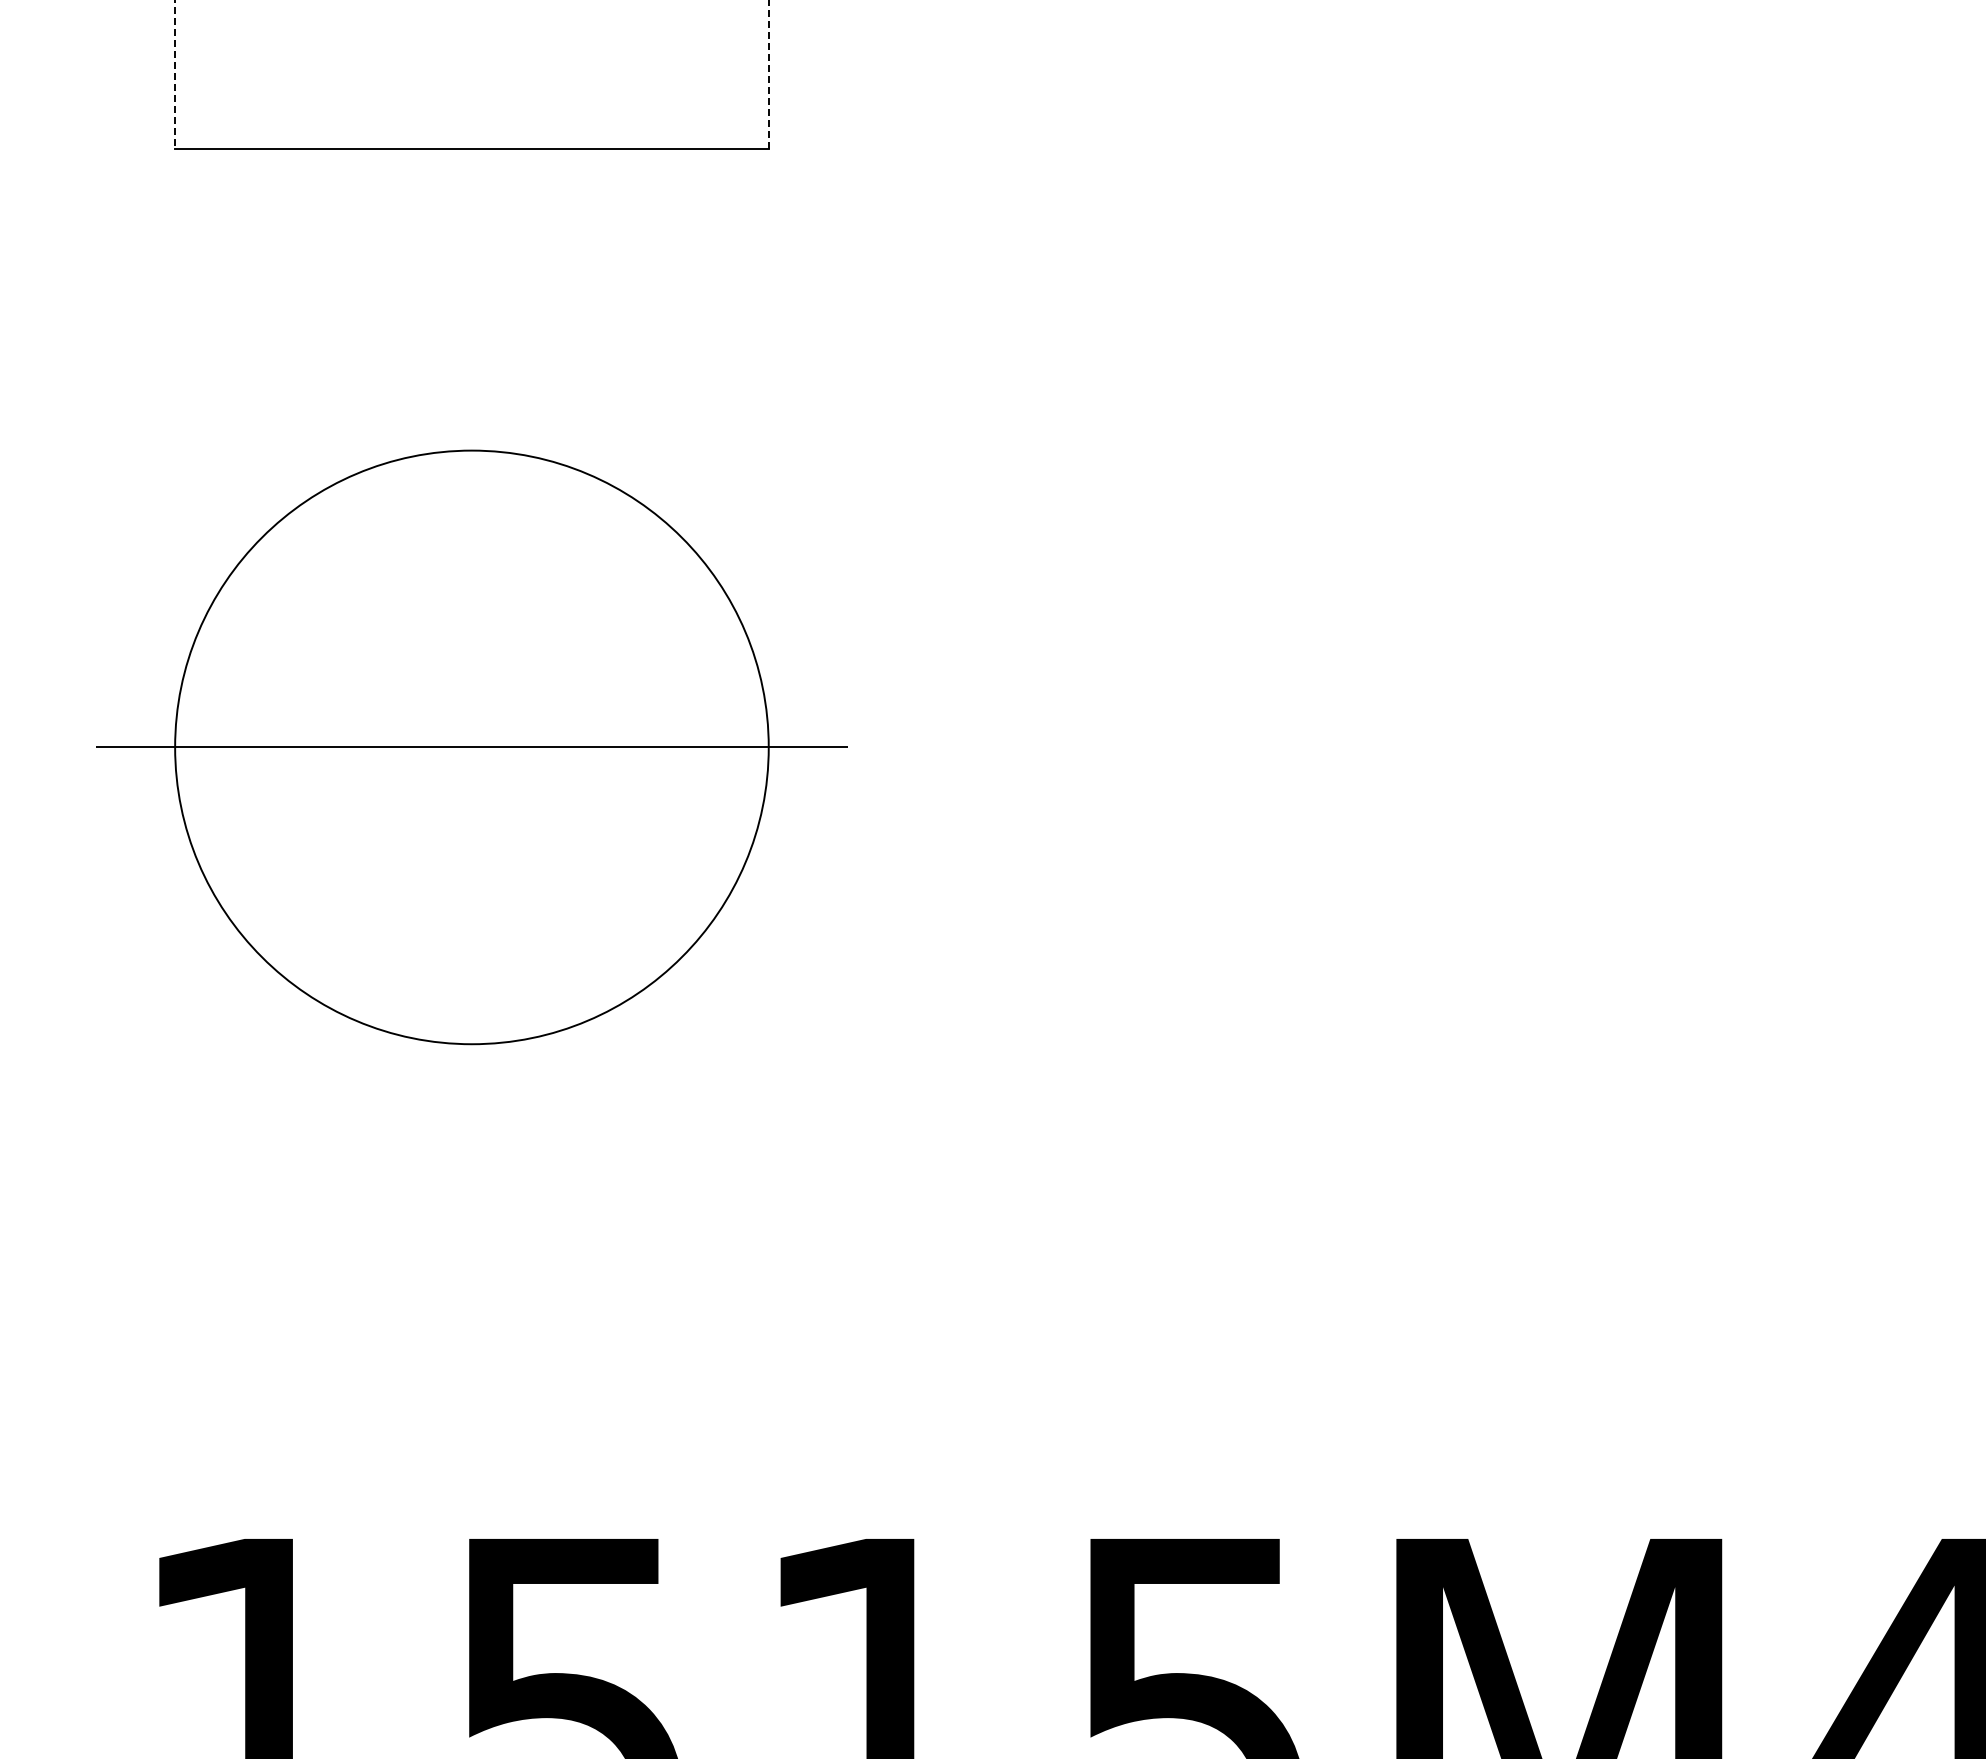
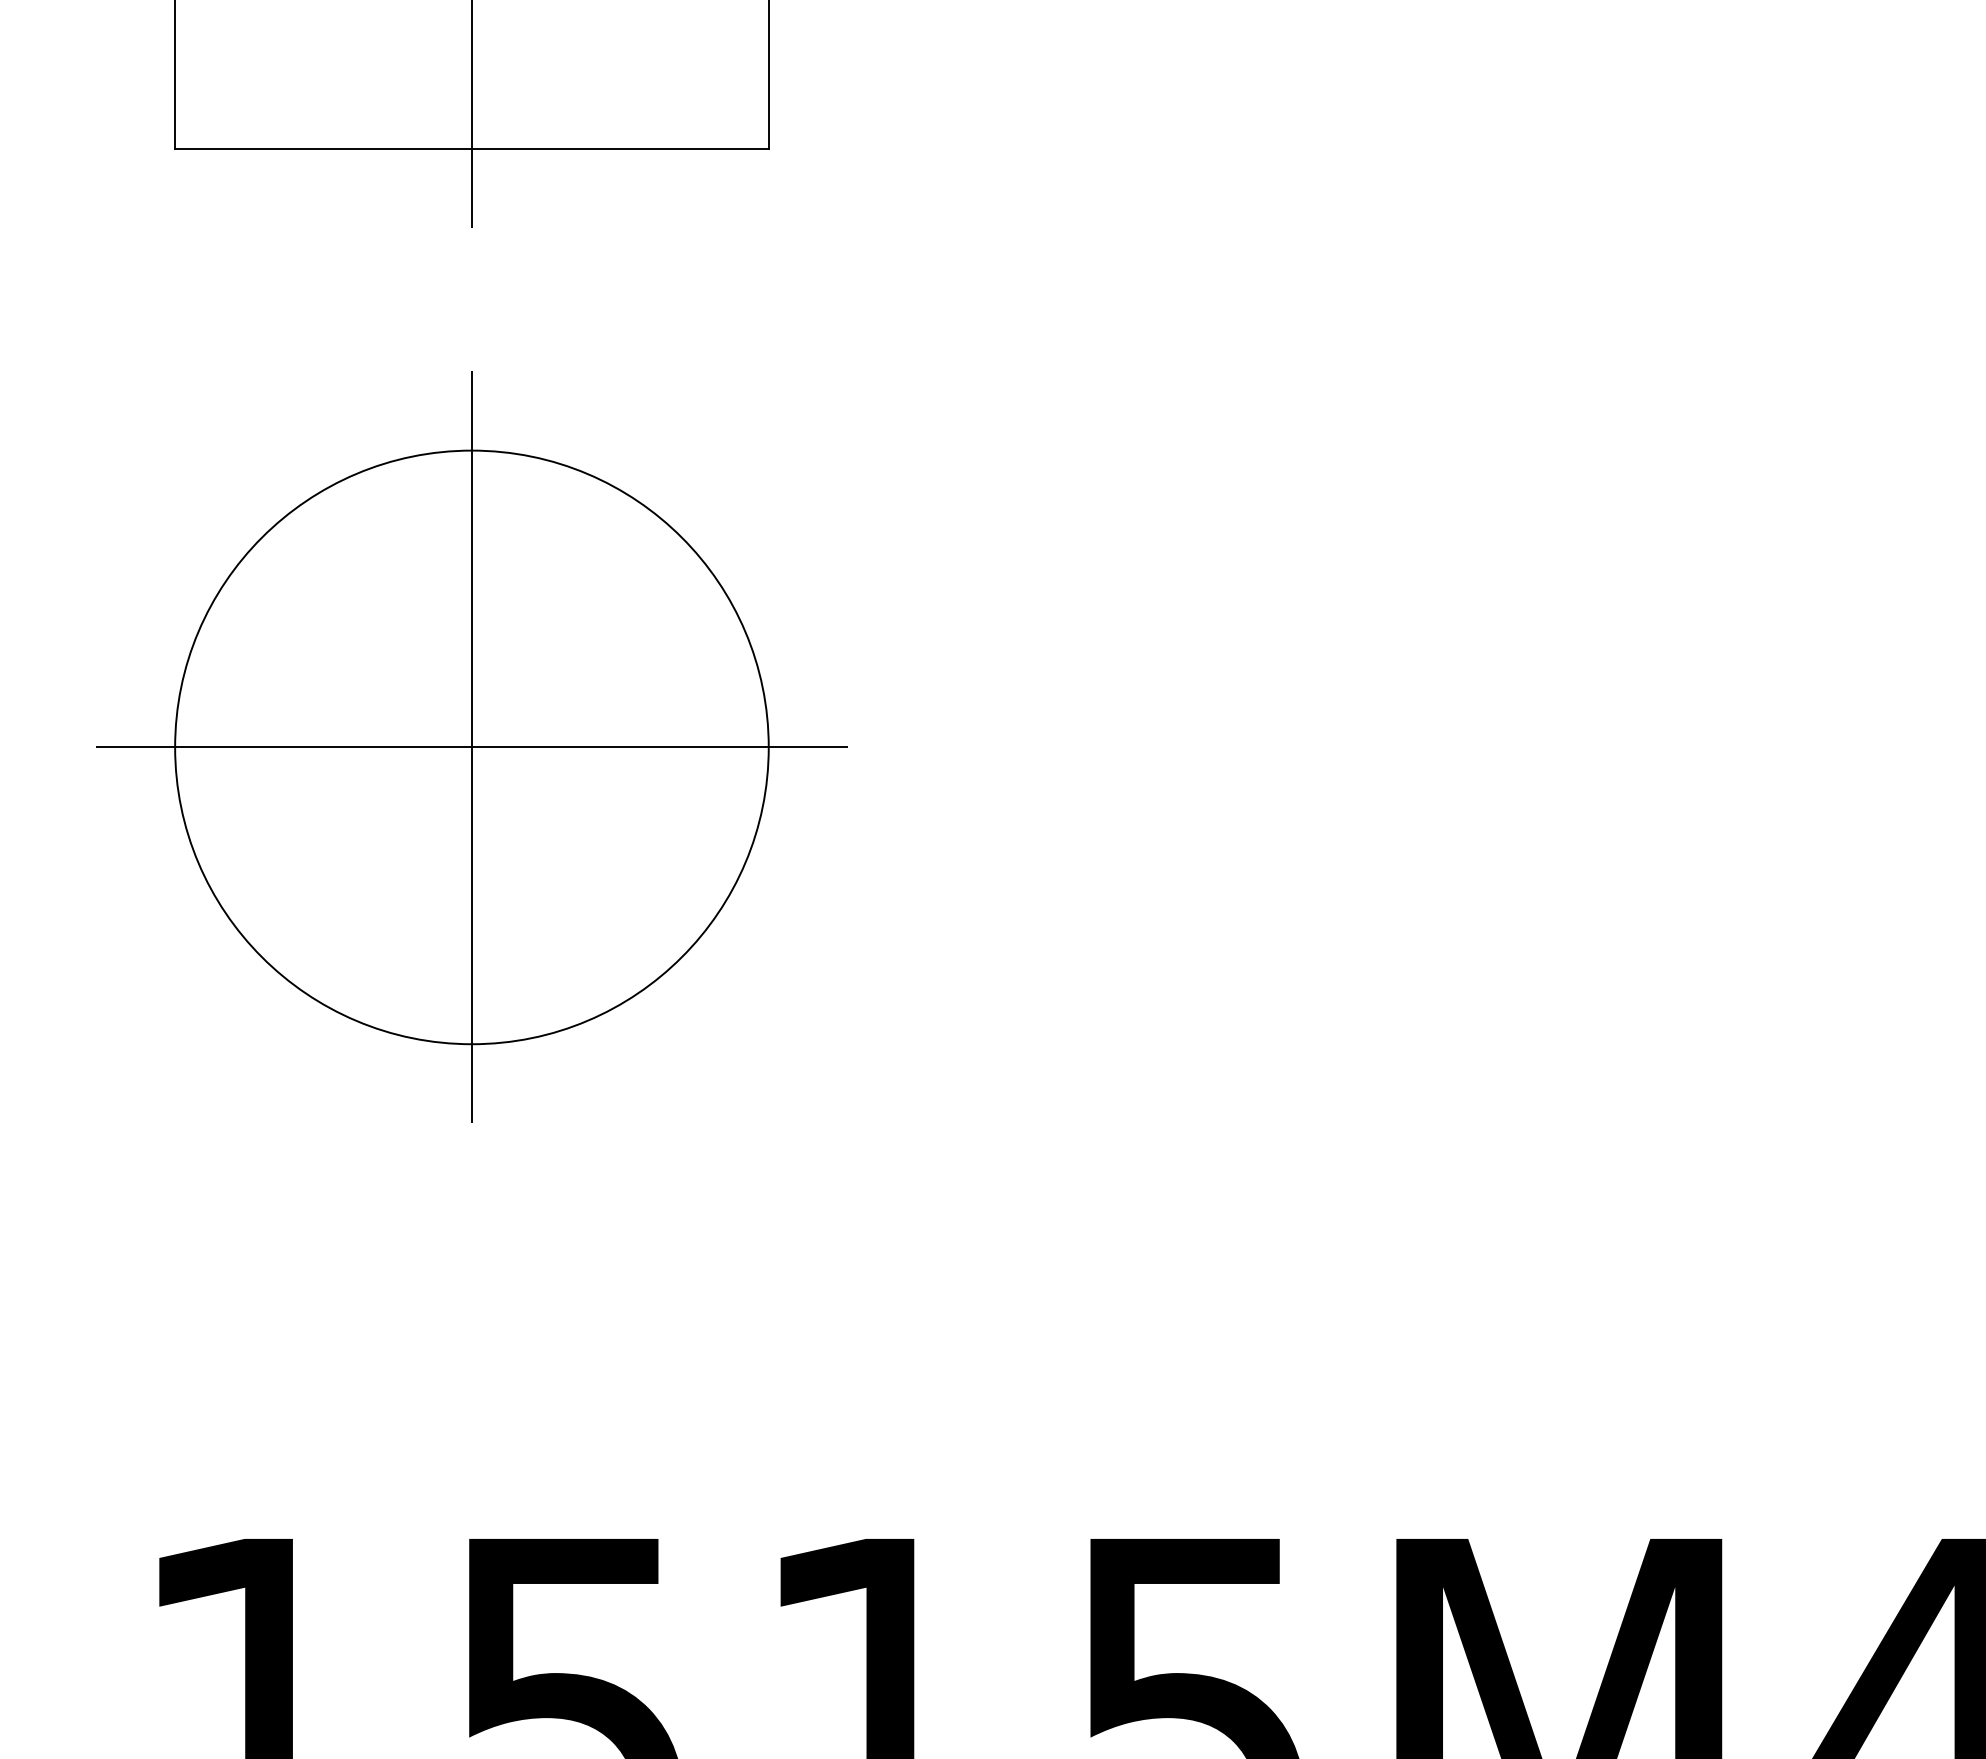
line at (768, 74): dashed -> solid
line at (175, 75): dashed -> solid
line at (471, 115): none -> present
line at (471, 747): none -> present
